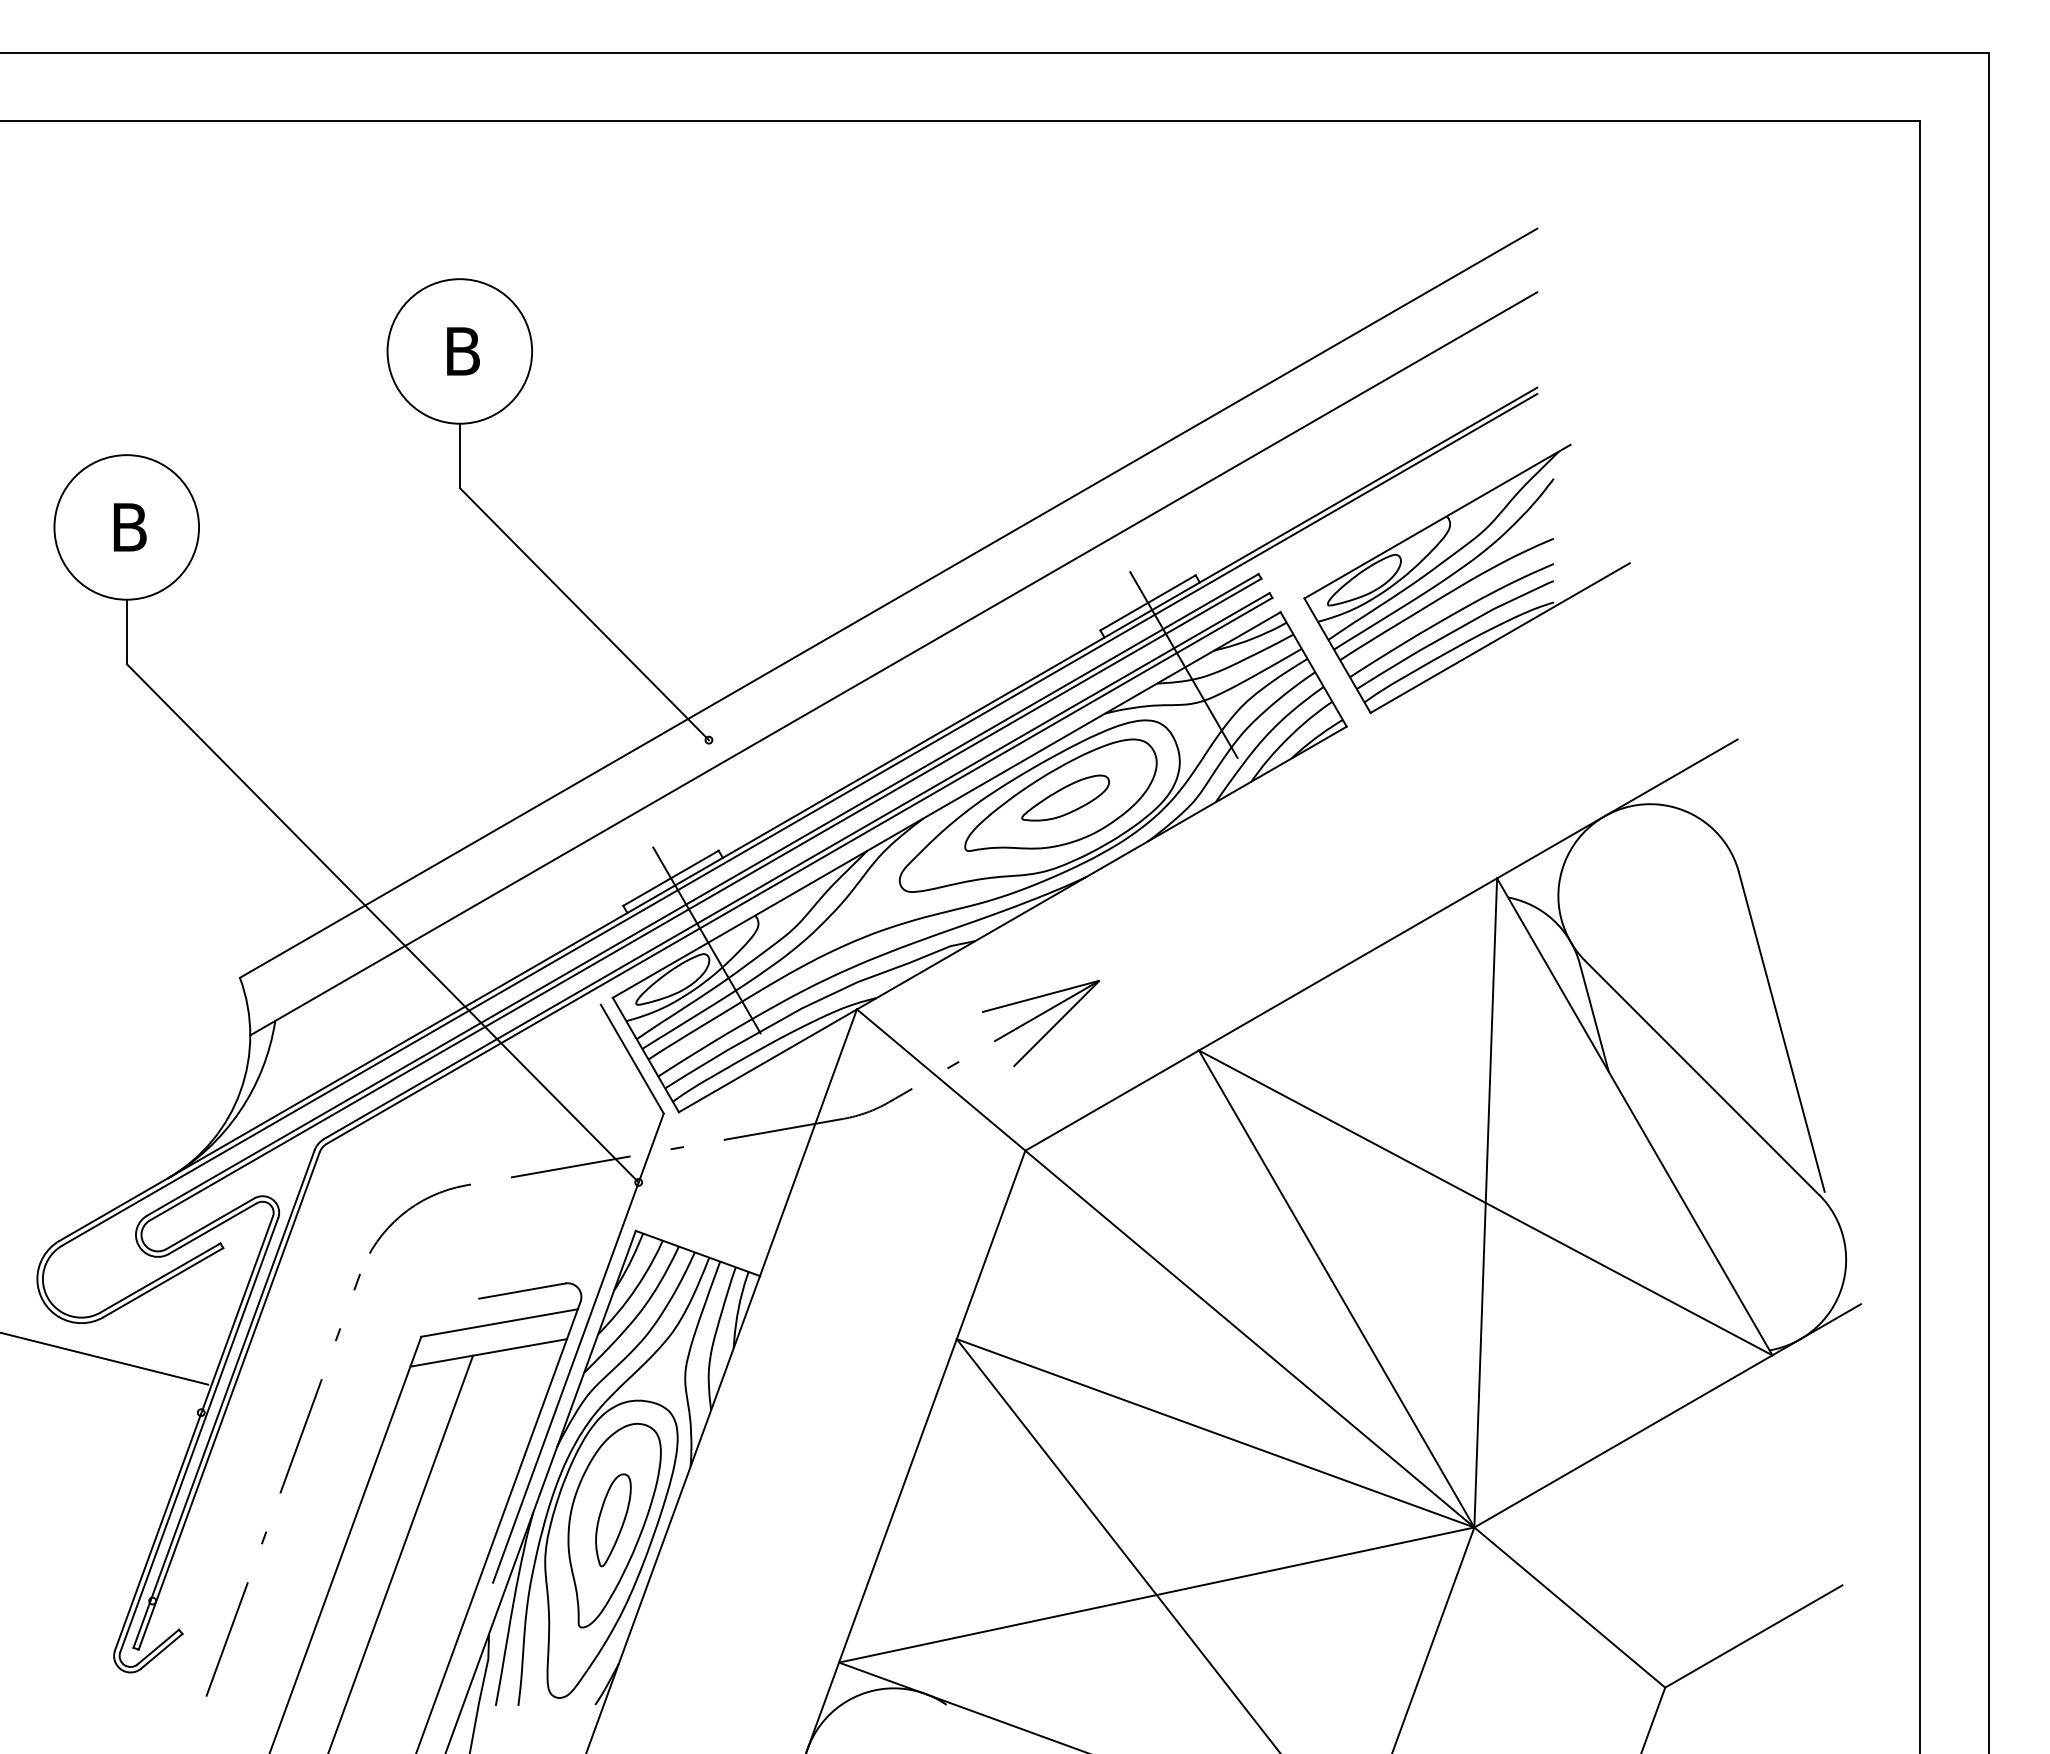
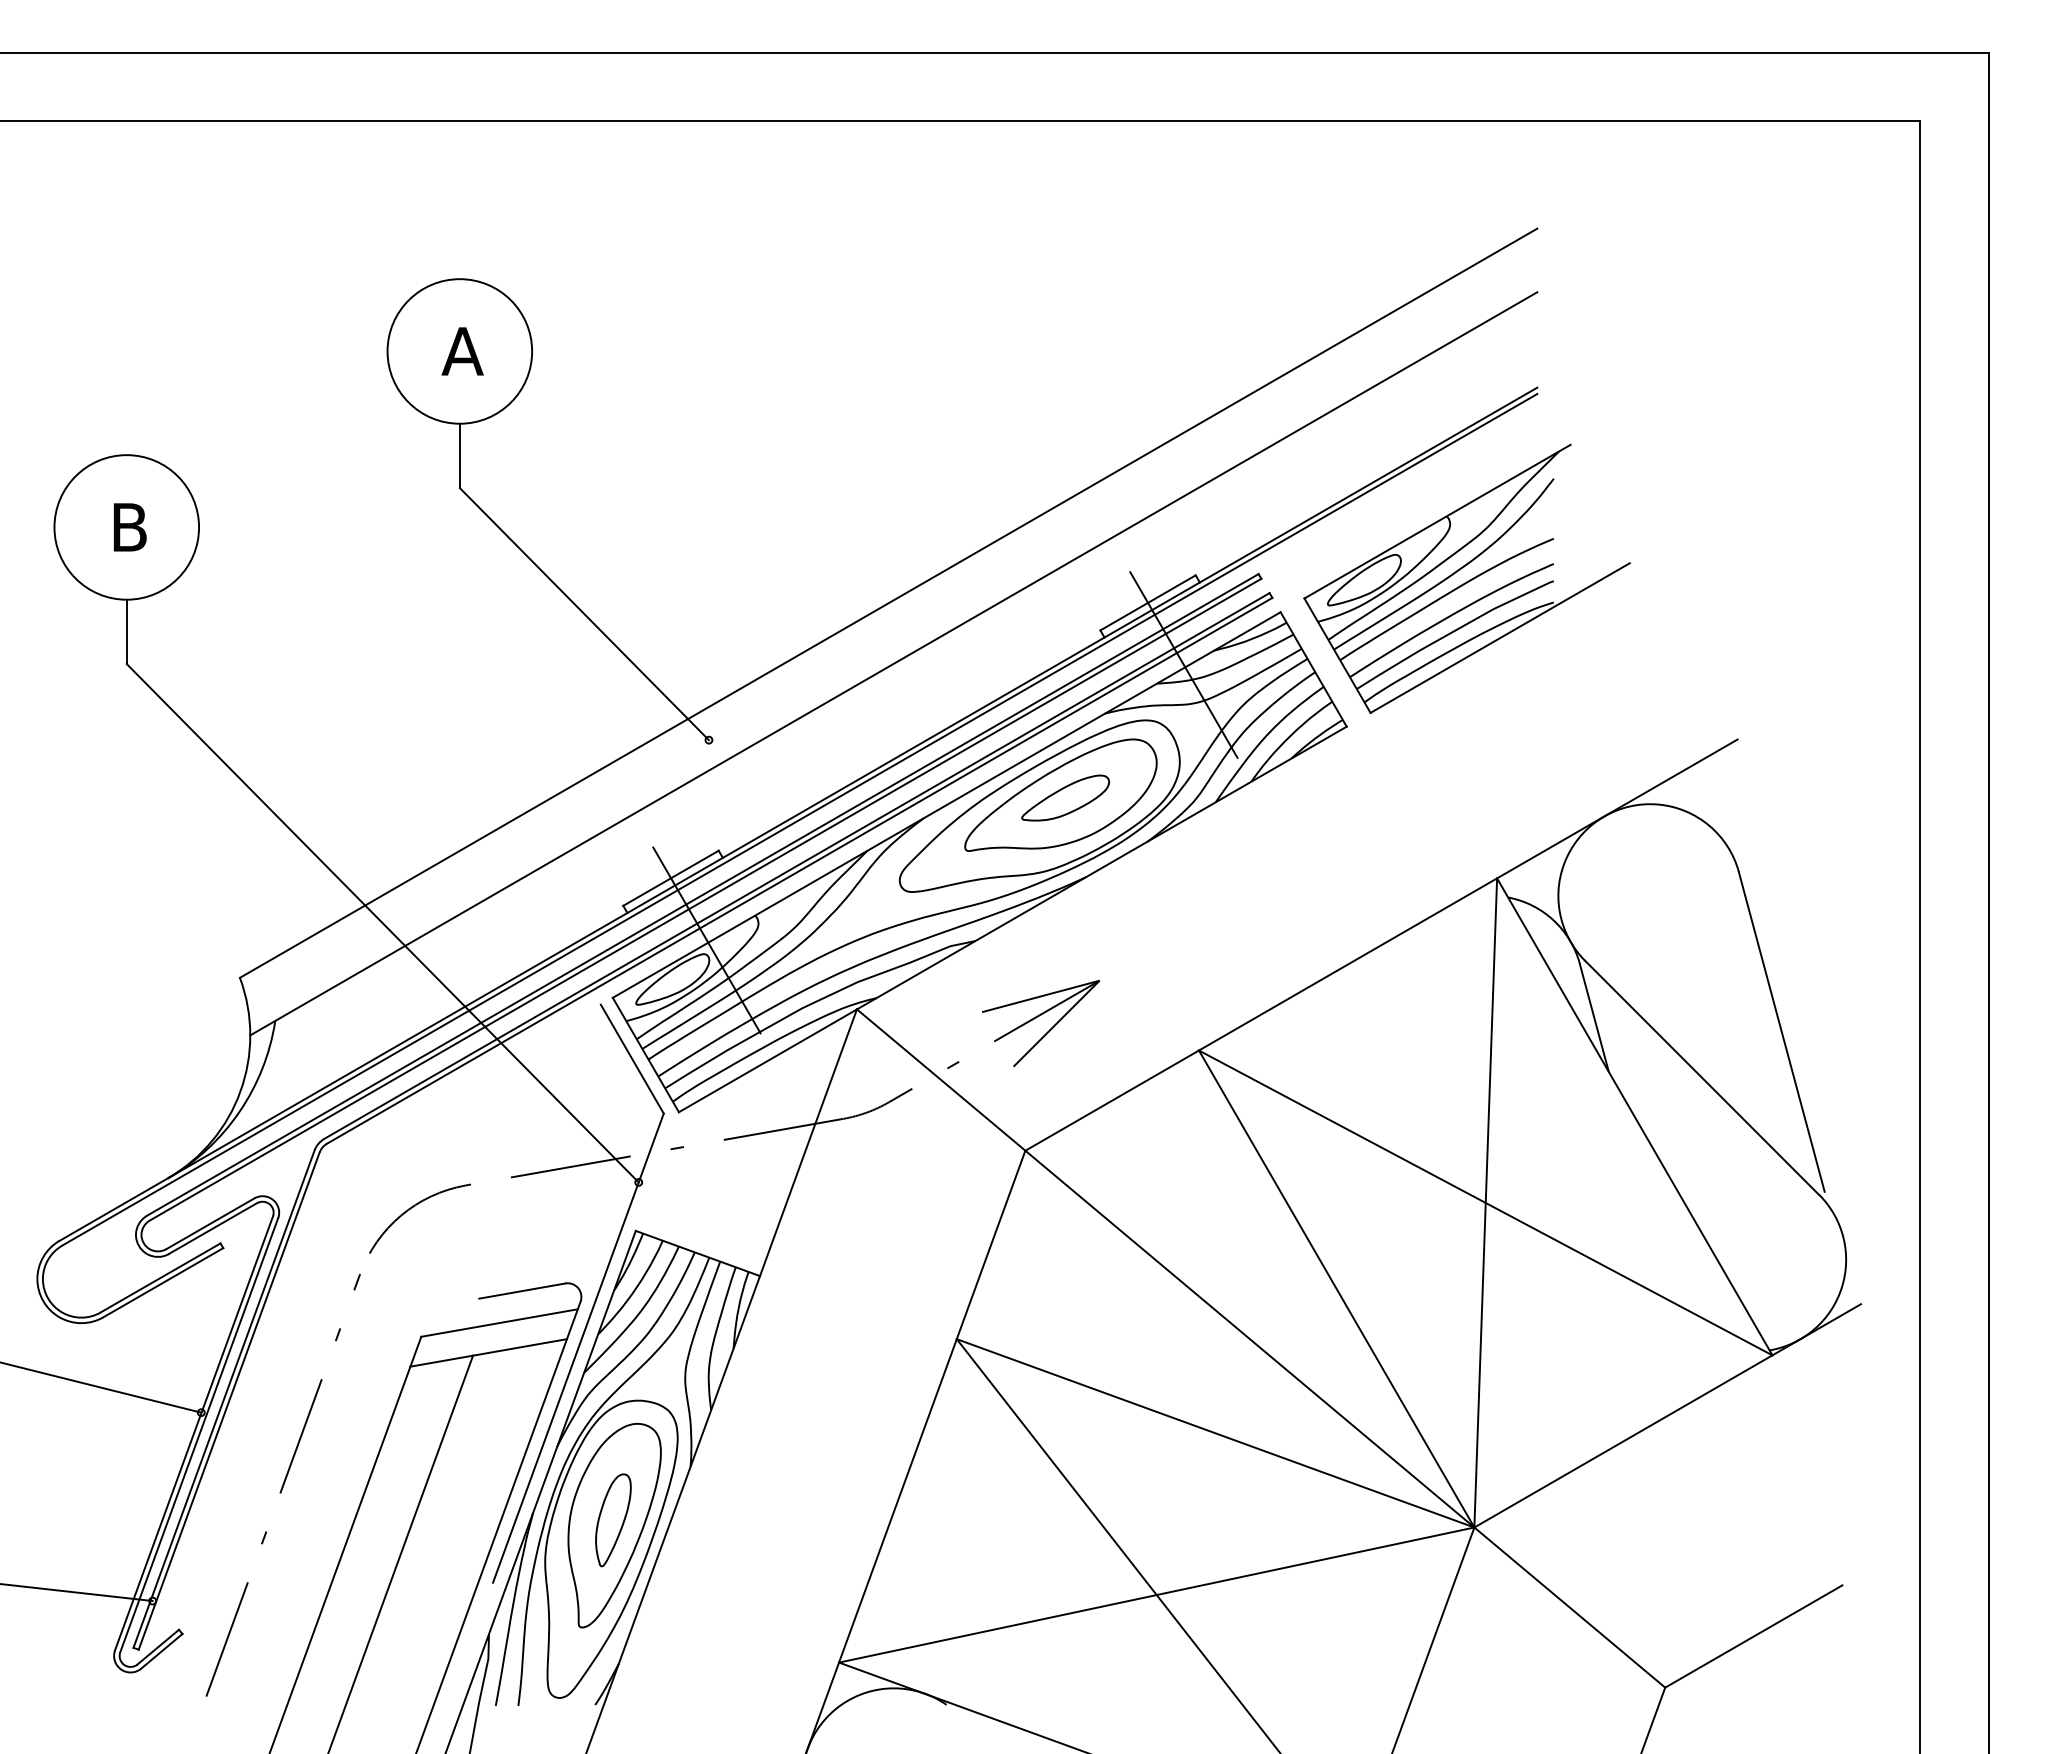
text at (462, 351): B -> A
line at (105, 1358) position: (105, 1358) -> (101, 1387)
line at (77, 1592): none -> present
